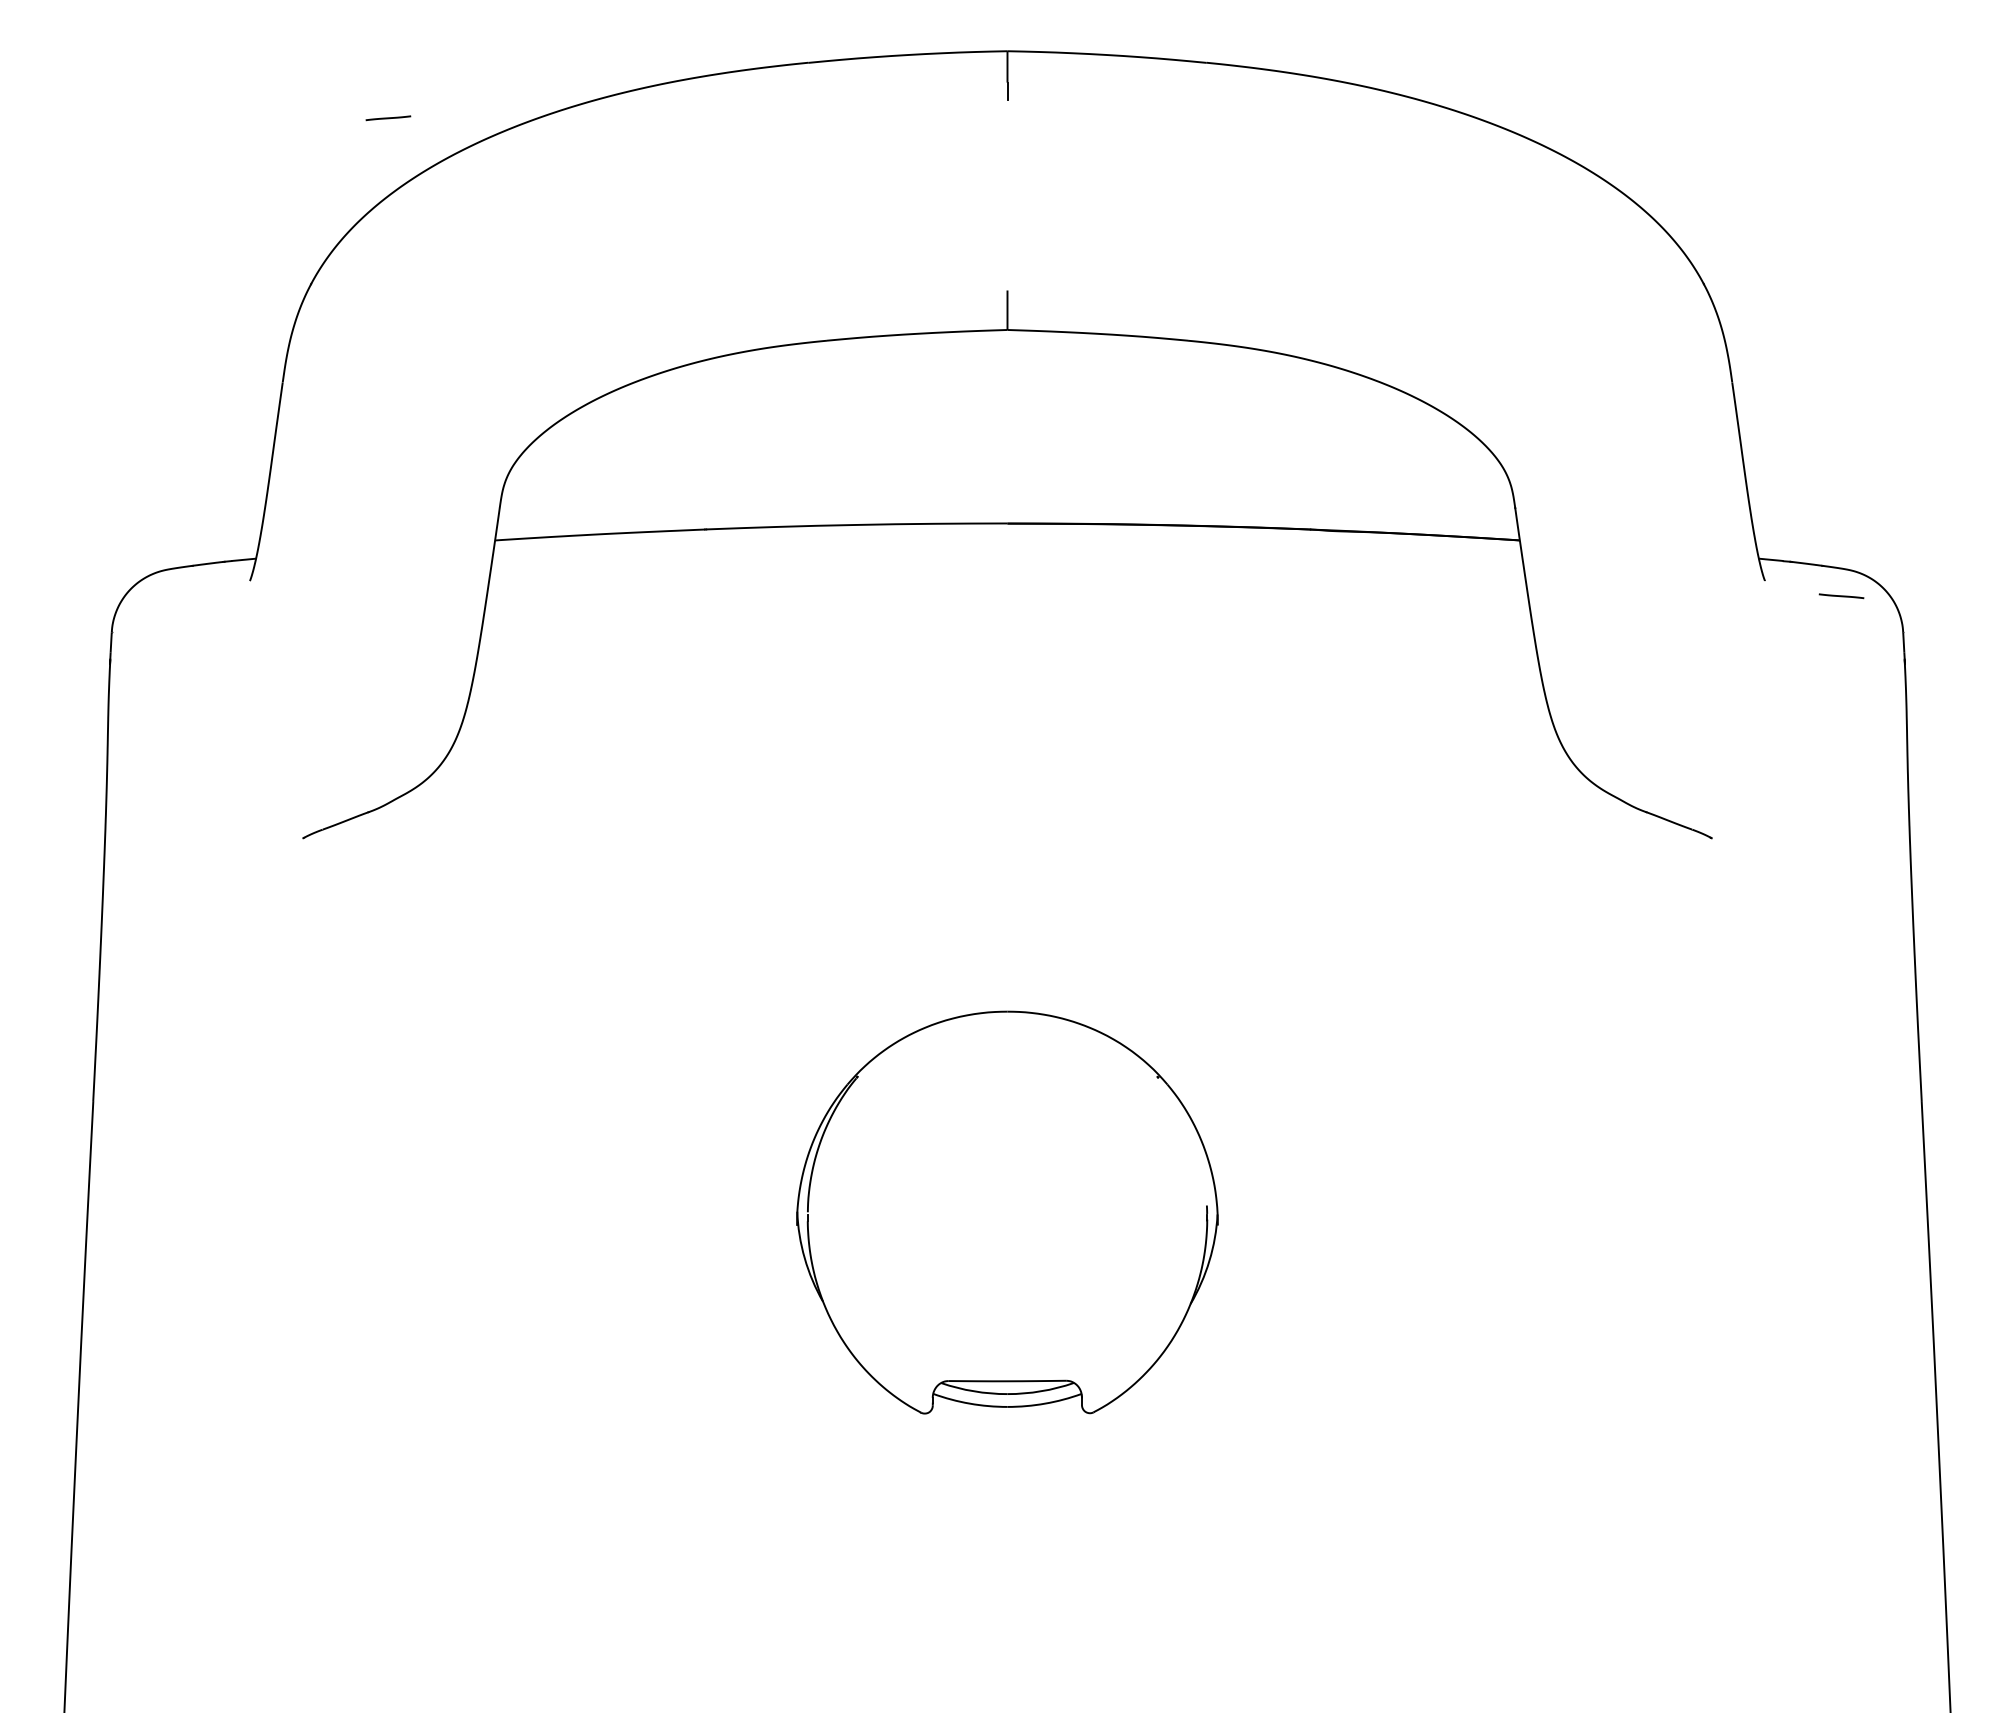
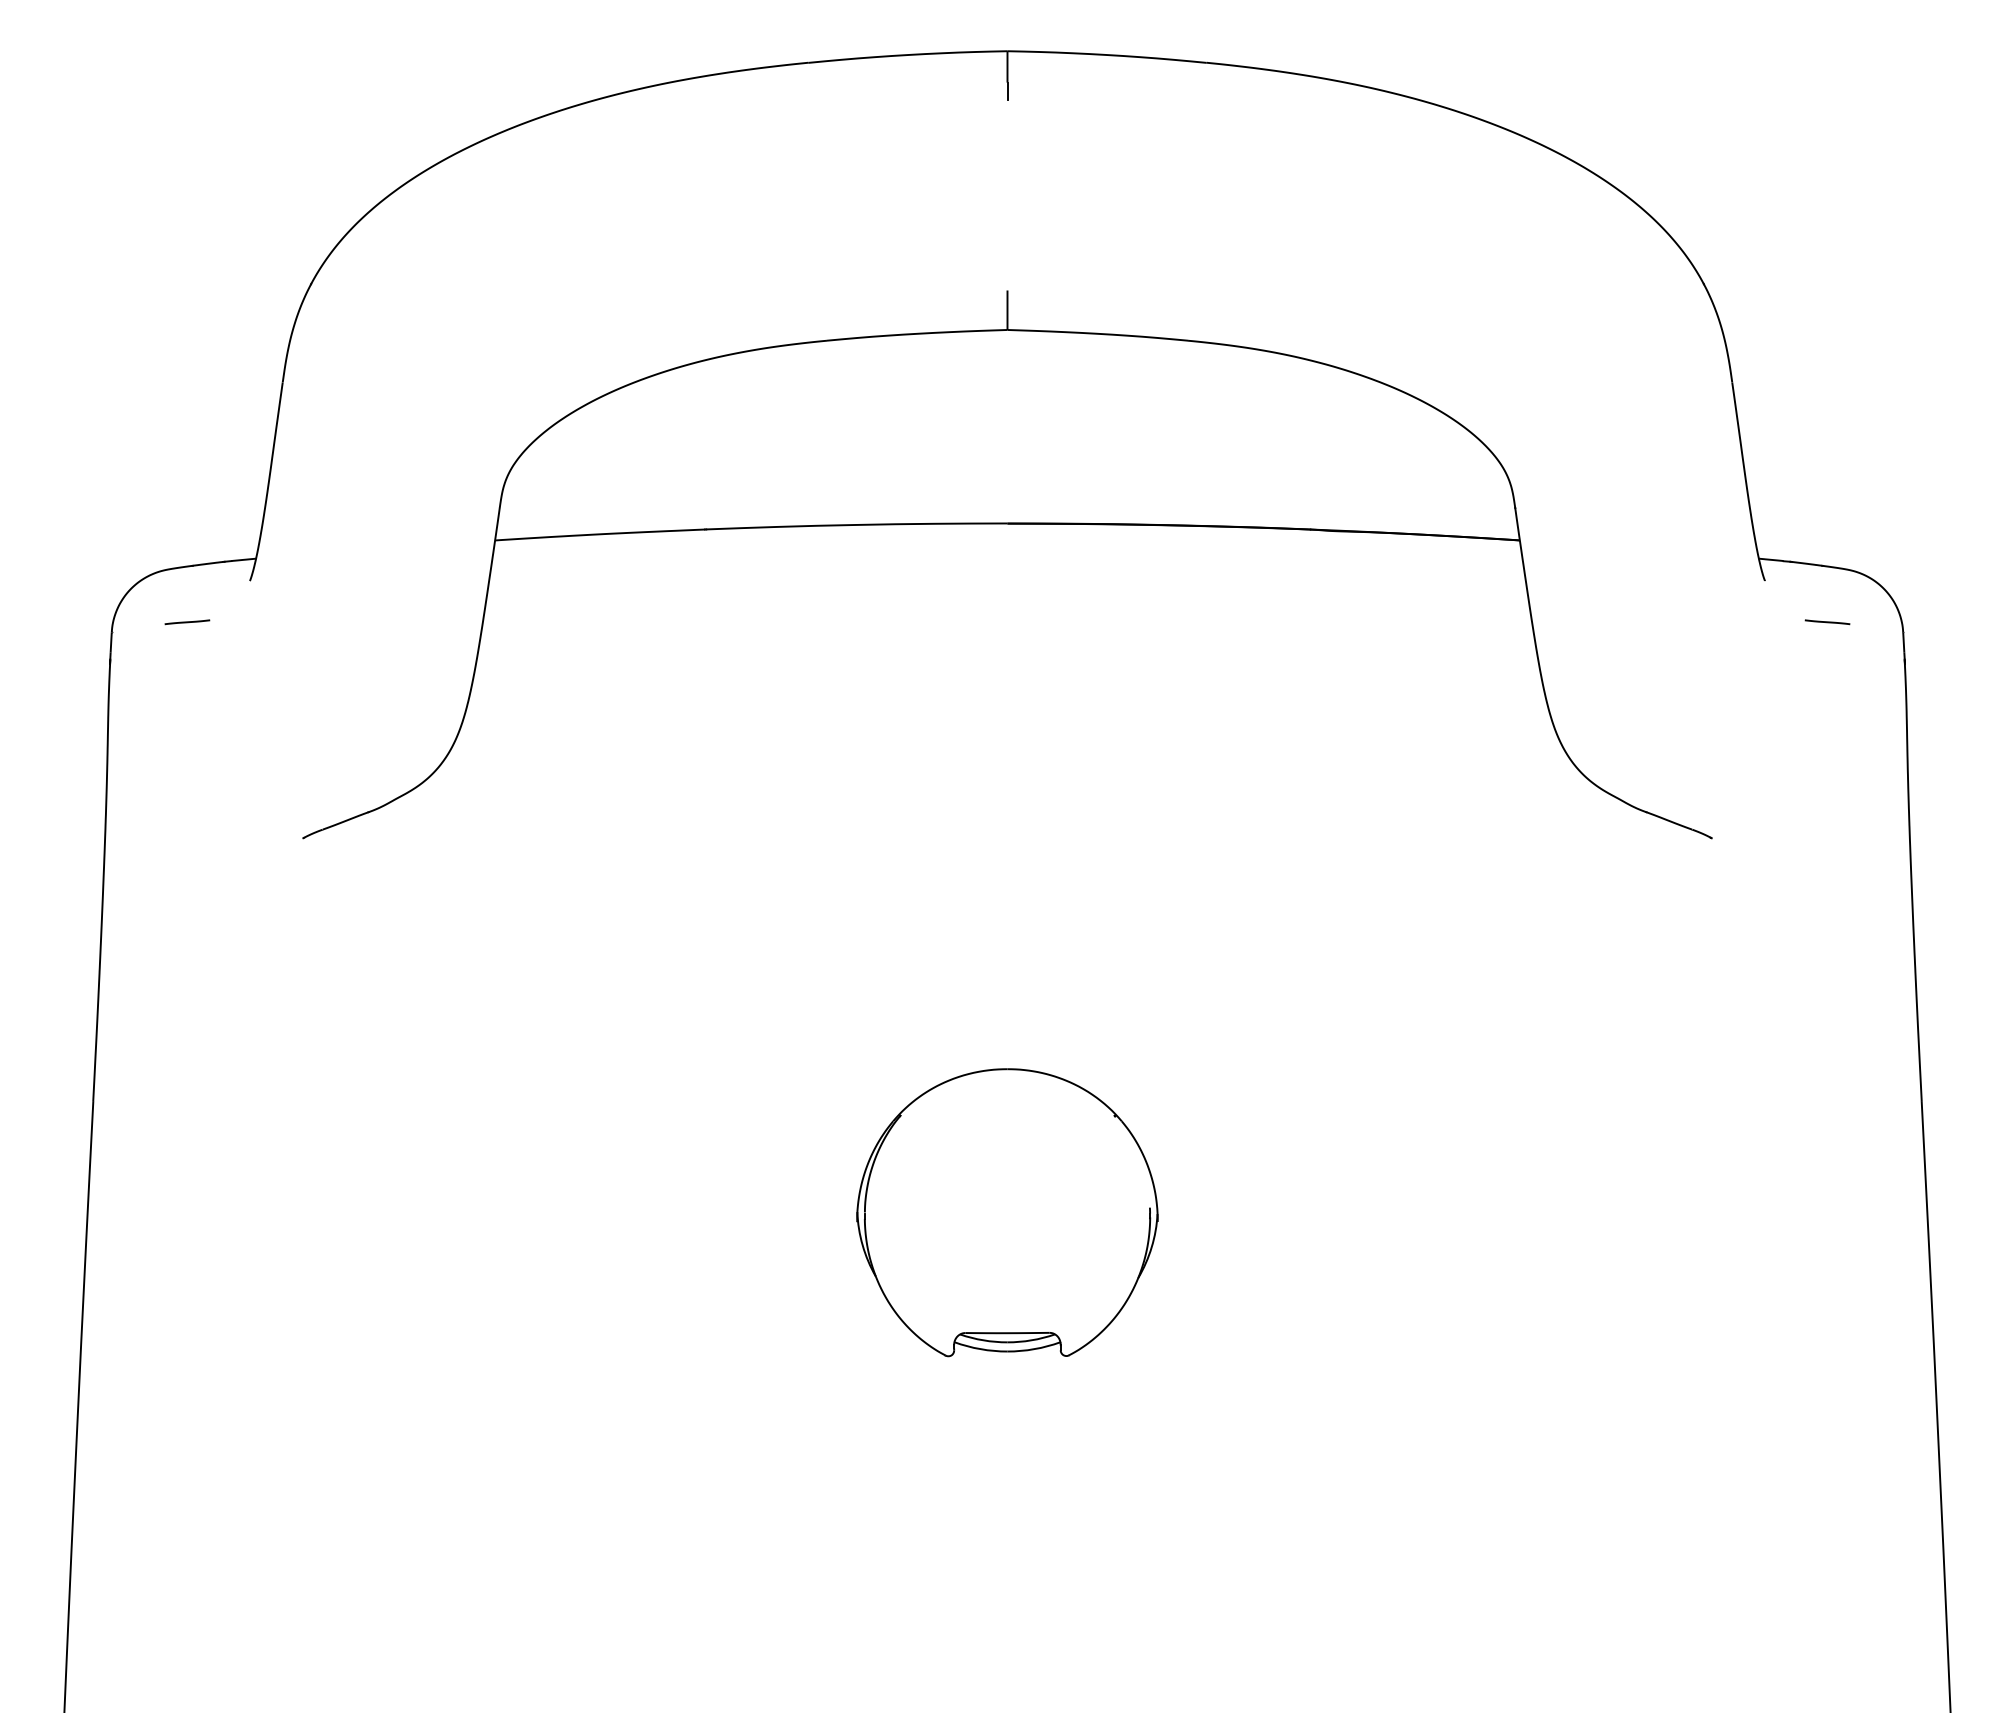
line at (388, 118) position: (388, 118) -> (187, 622)
line at (1841, 596) position: (1841, 596) -> (1827, 622)
part at (1007, 1212) size: 423x405 px -> 303x290 px
